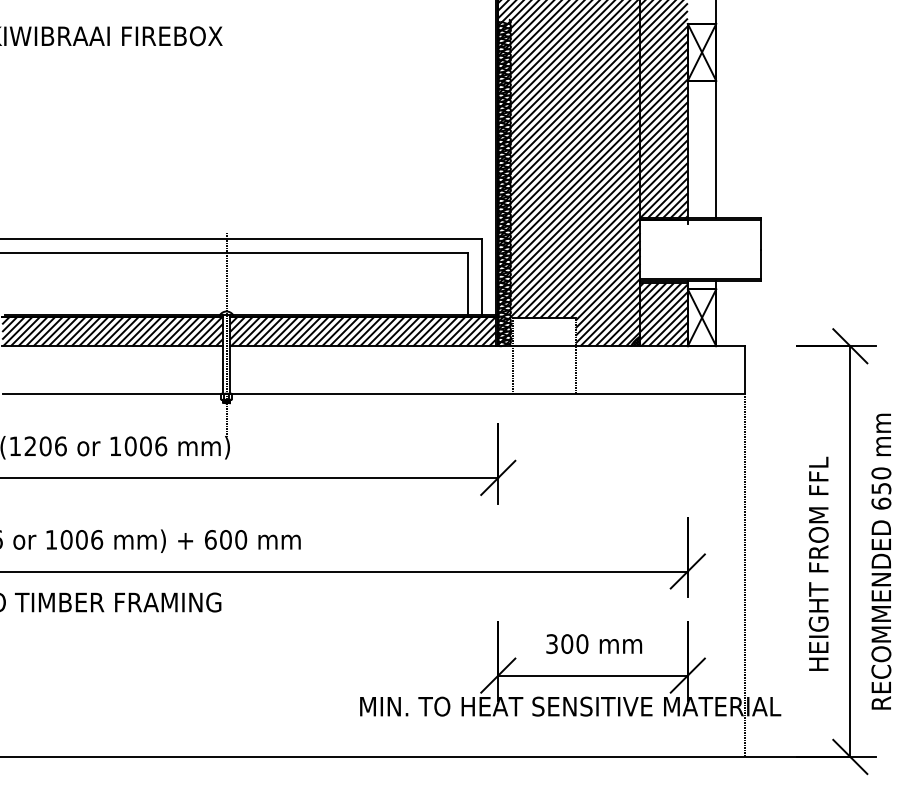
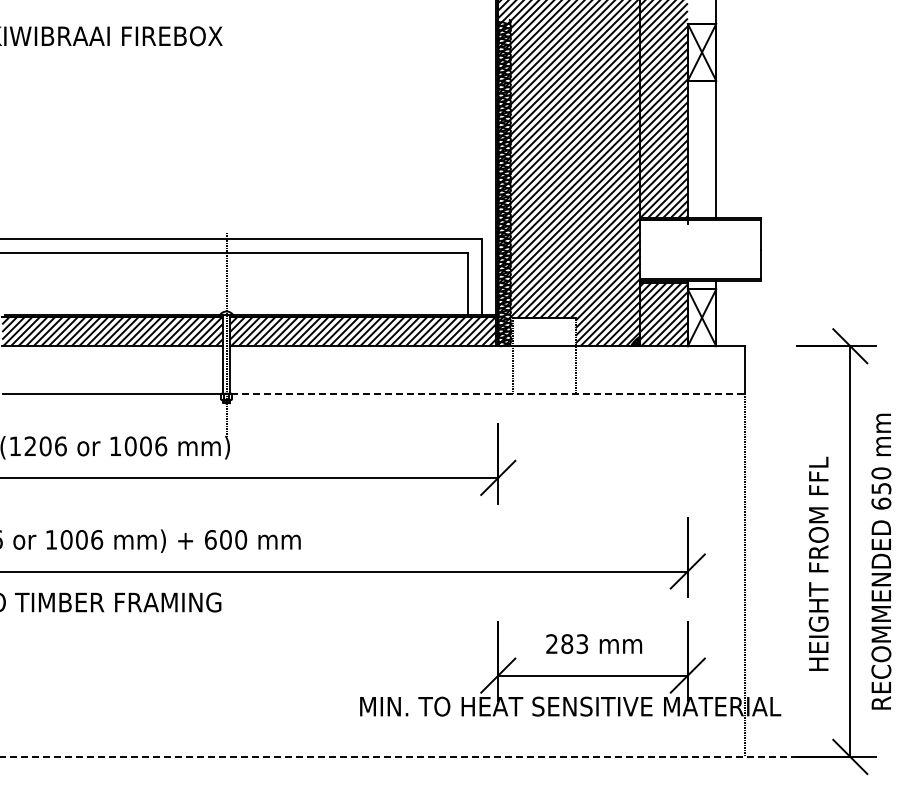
line at (487, 393): solid -> dashed
text at (567, 644): 300 -> 283
line at (399, 756): solid -> dashed
